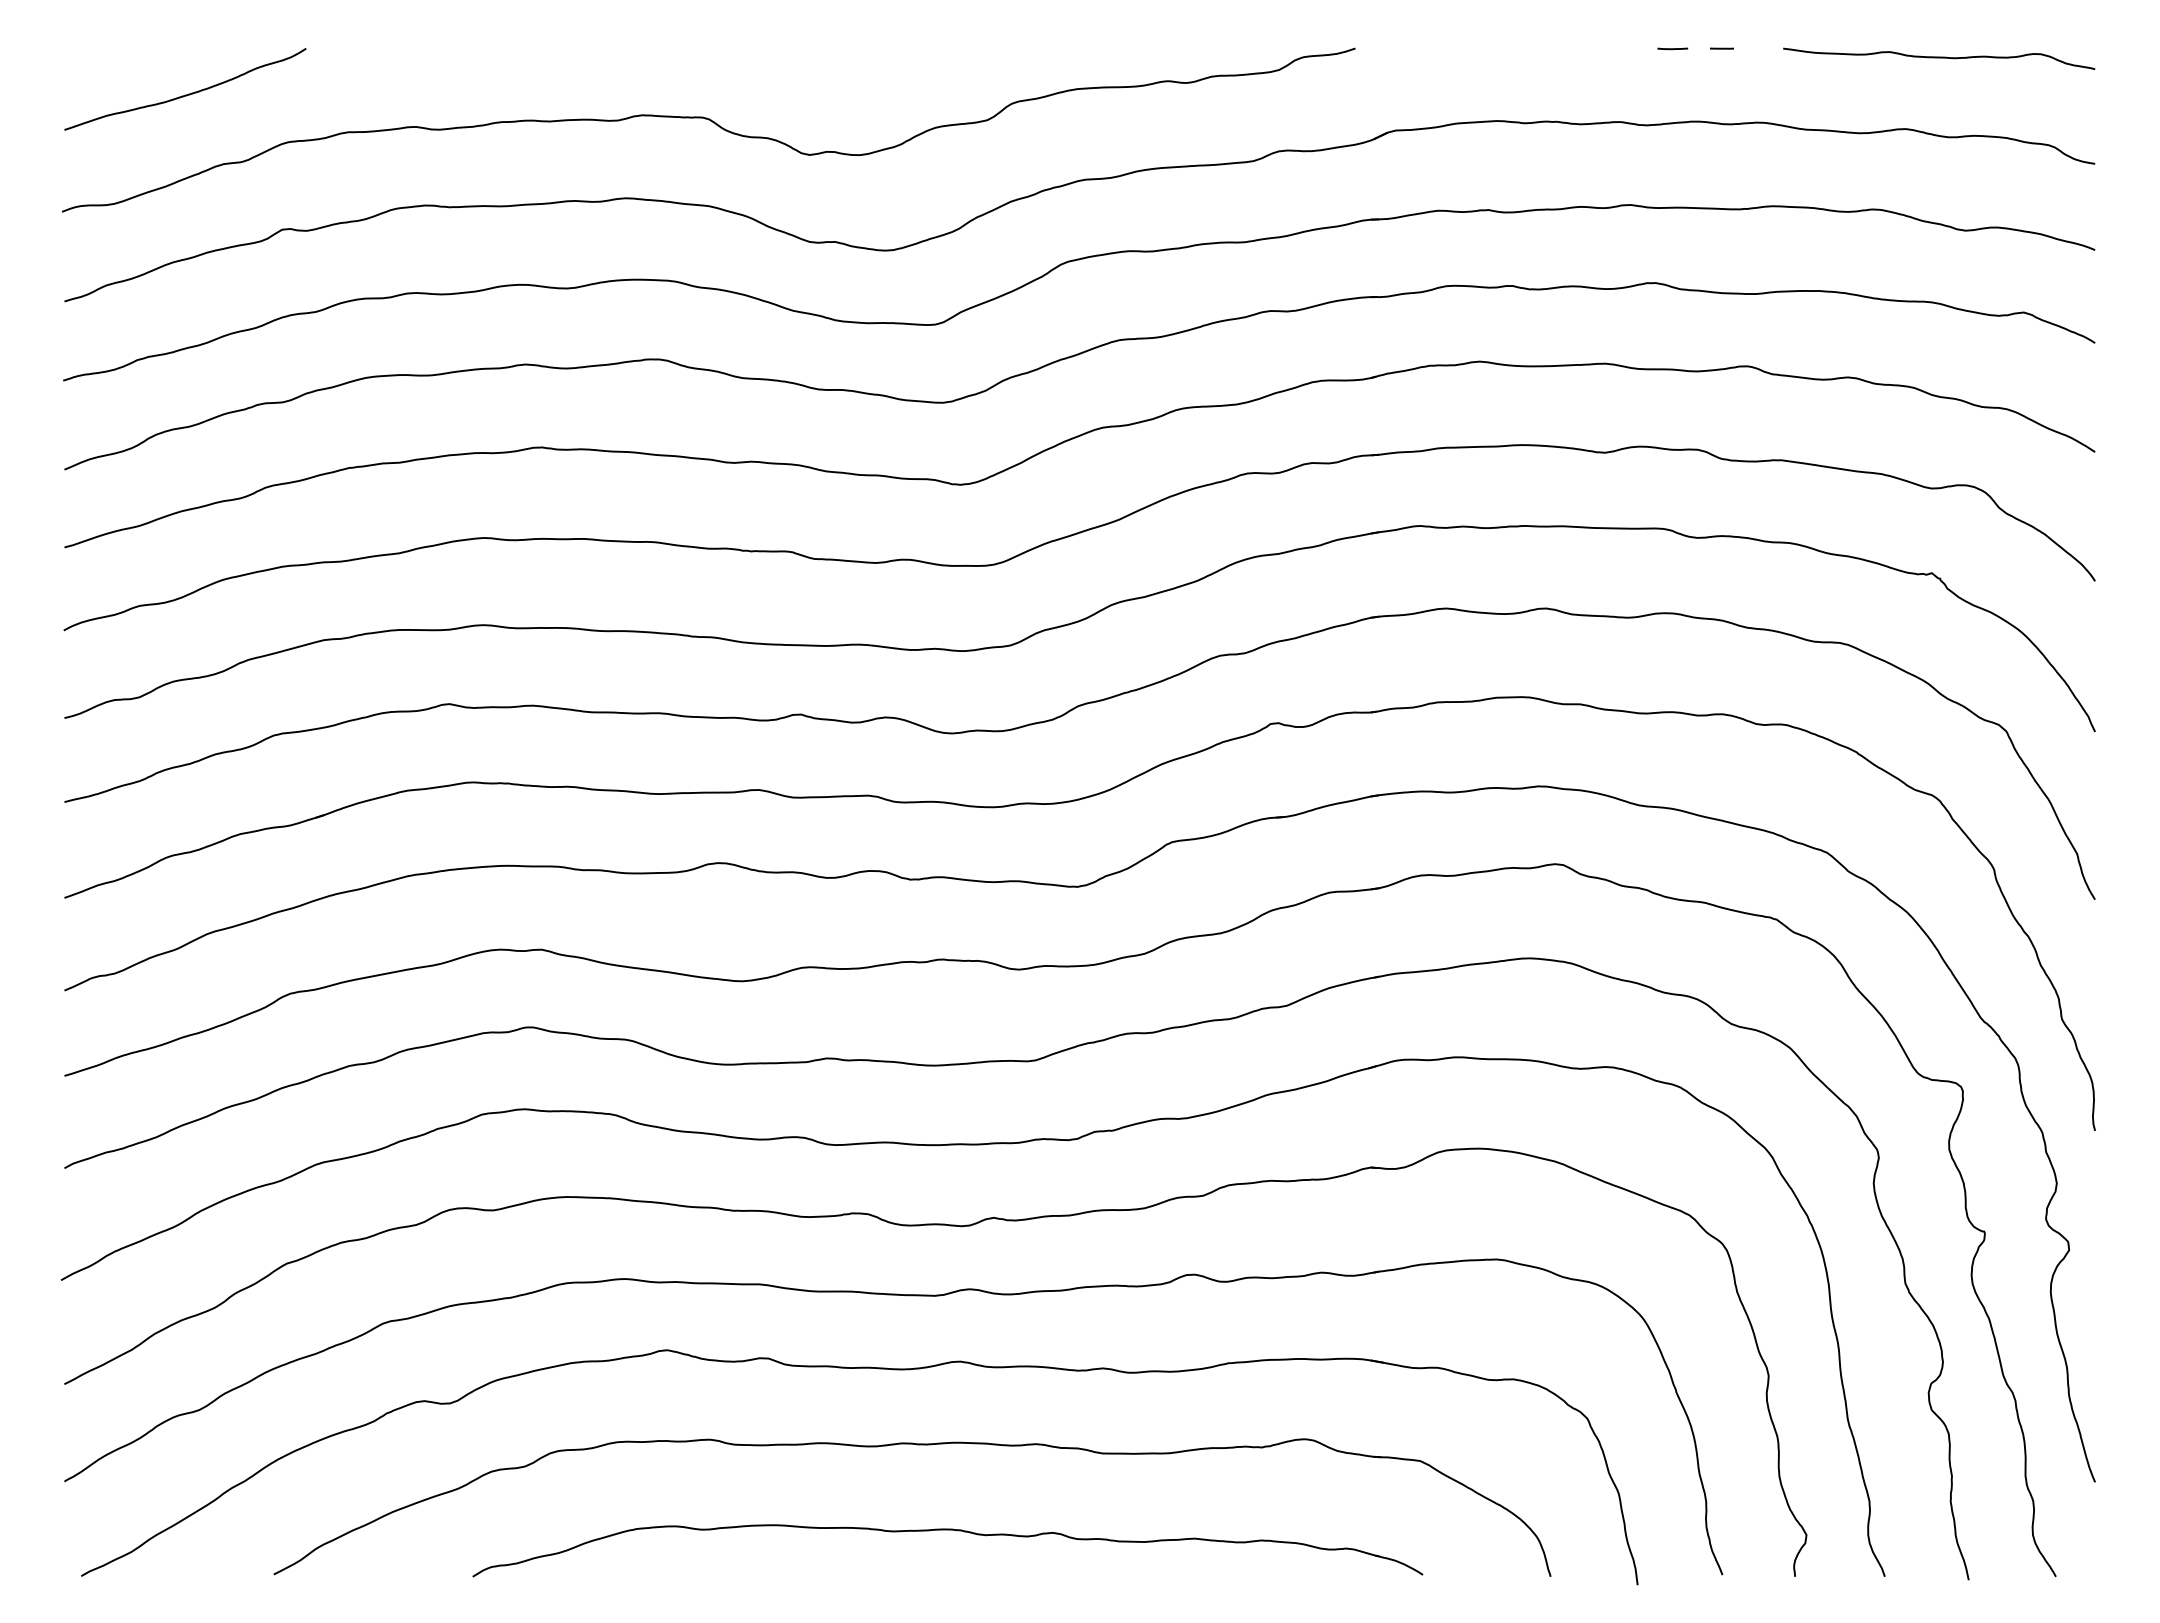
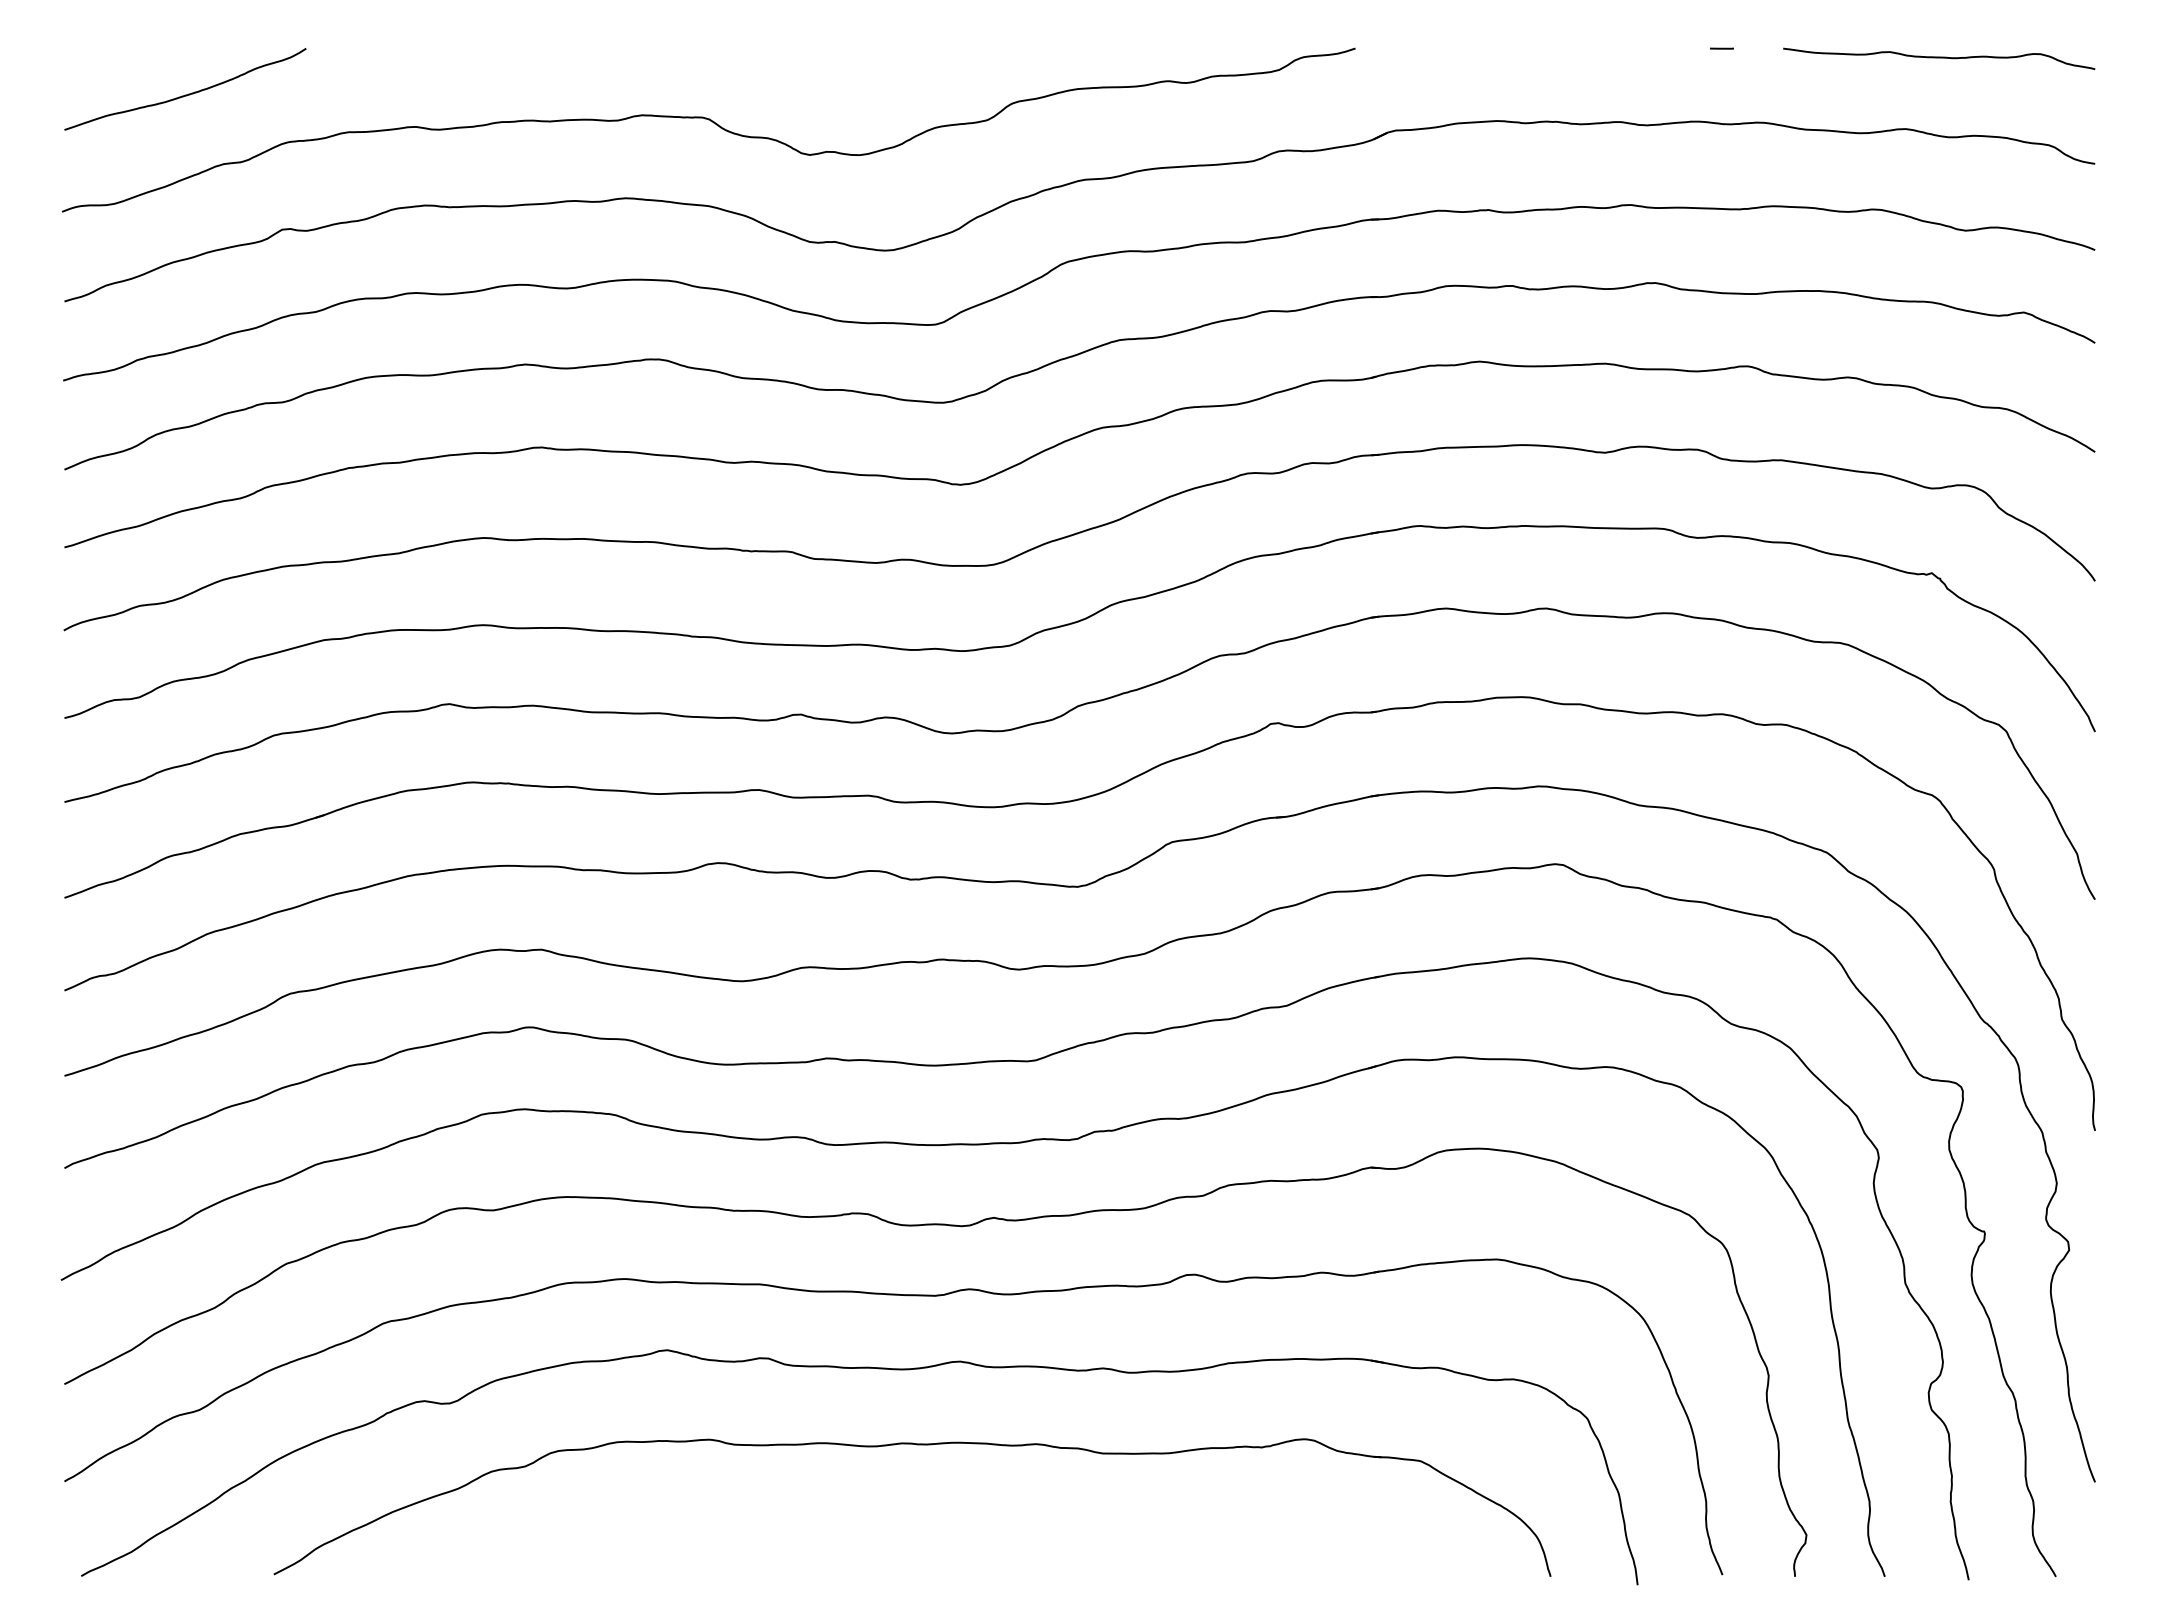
curve at (1672, 48): present -> none
part at (947, 1530): present -> none
